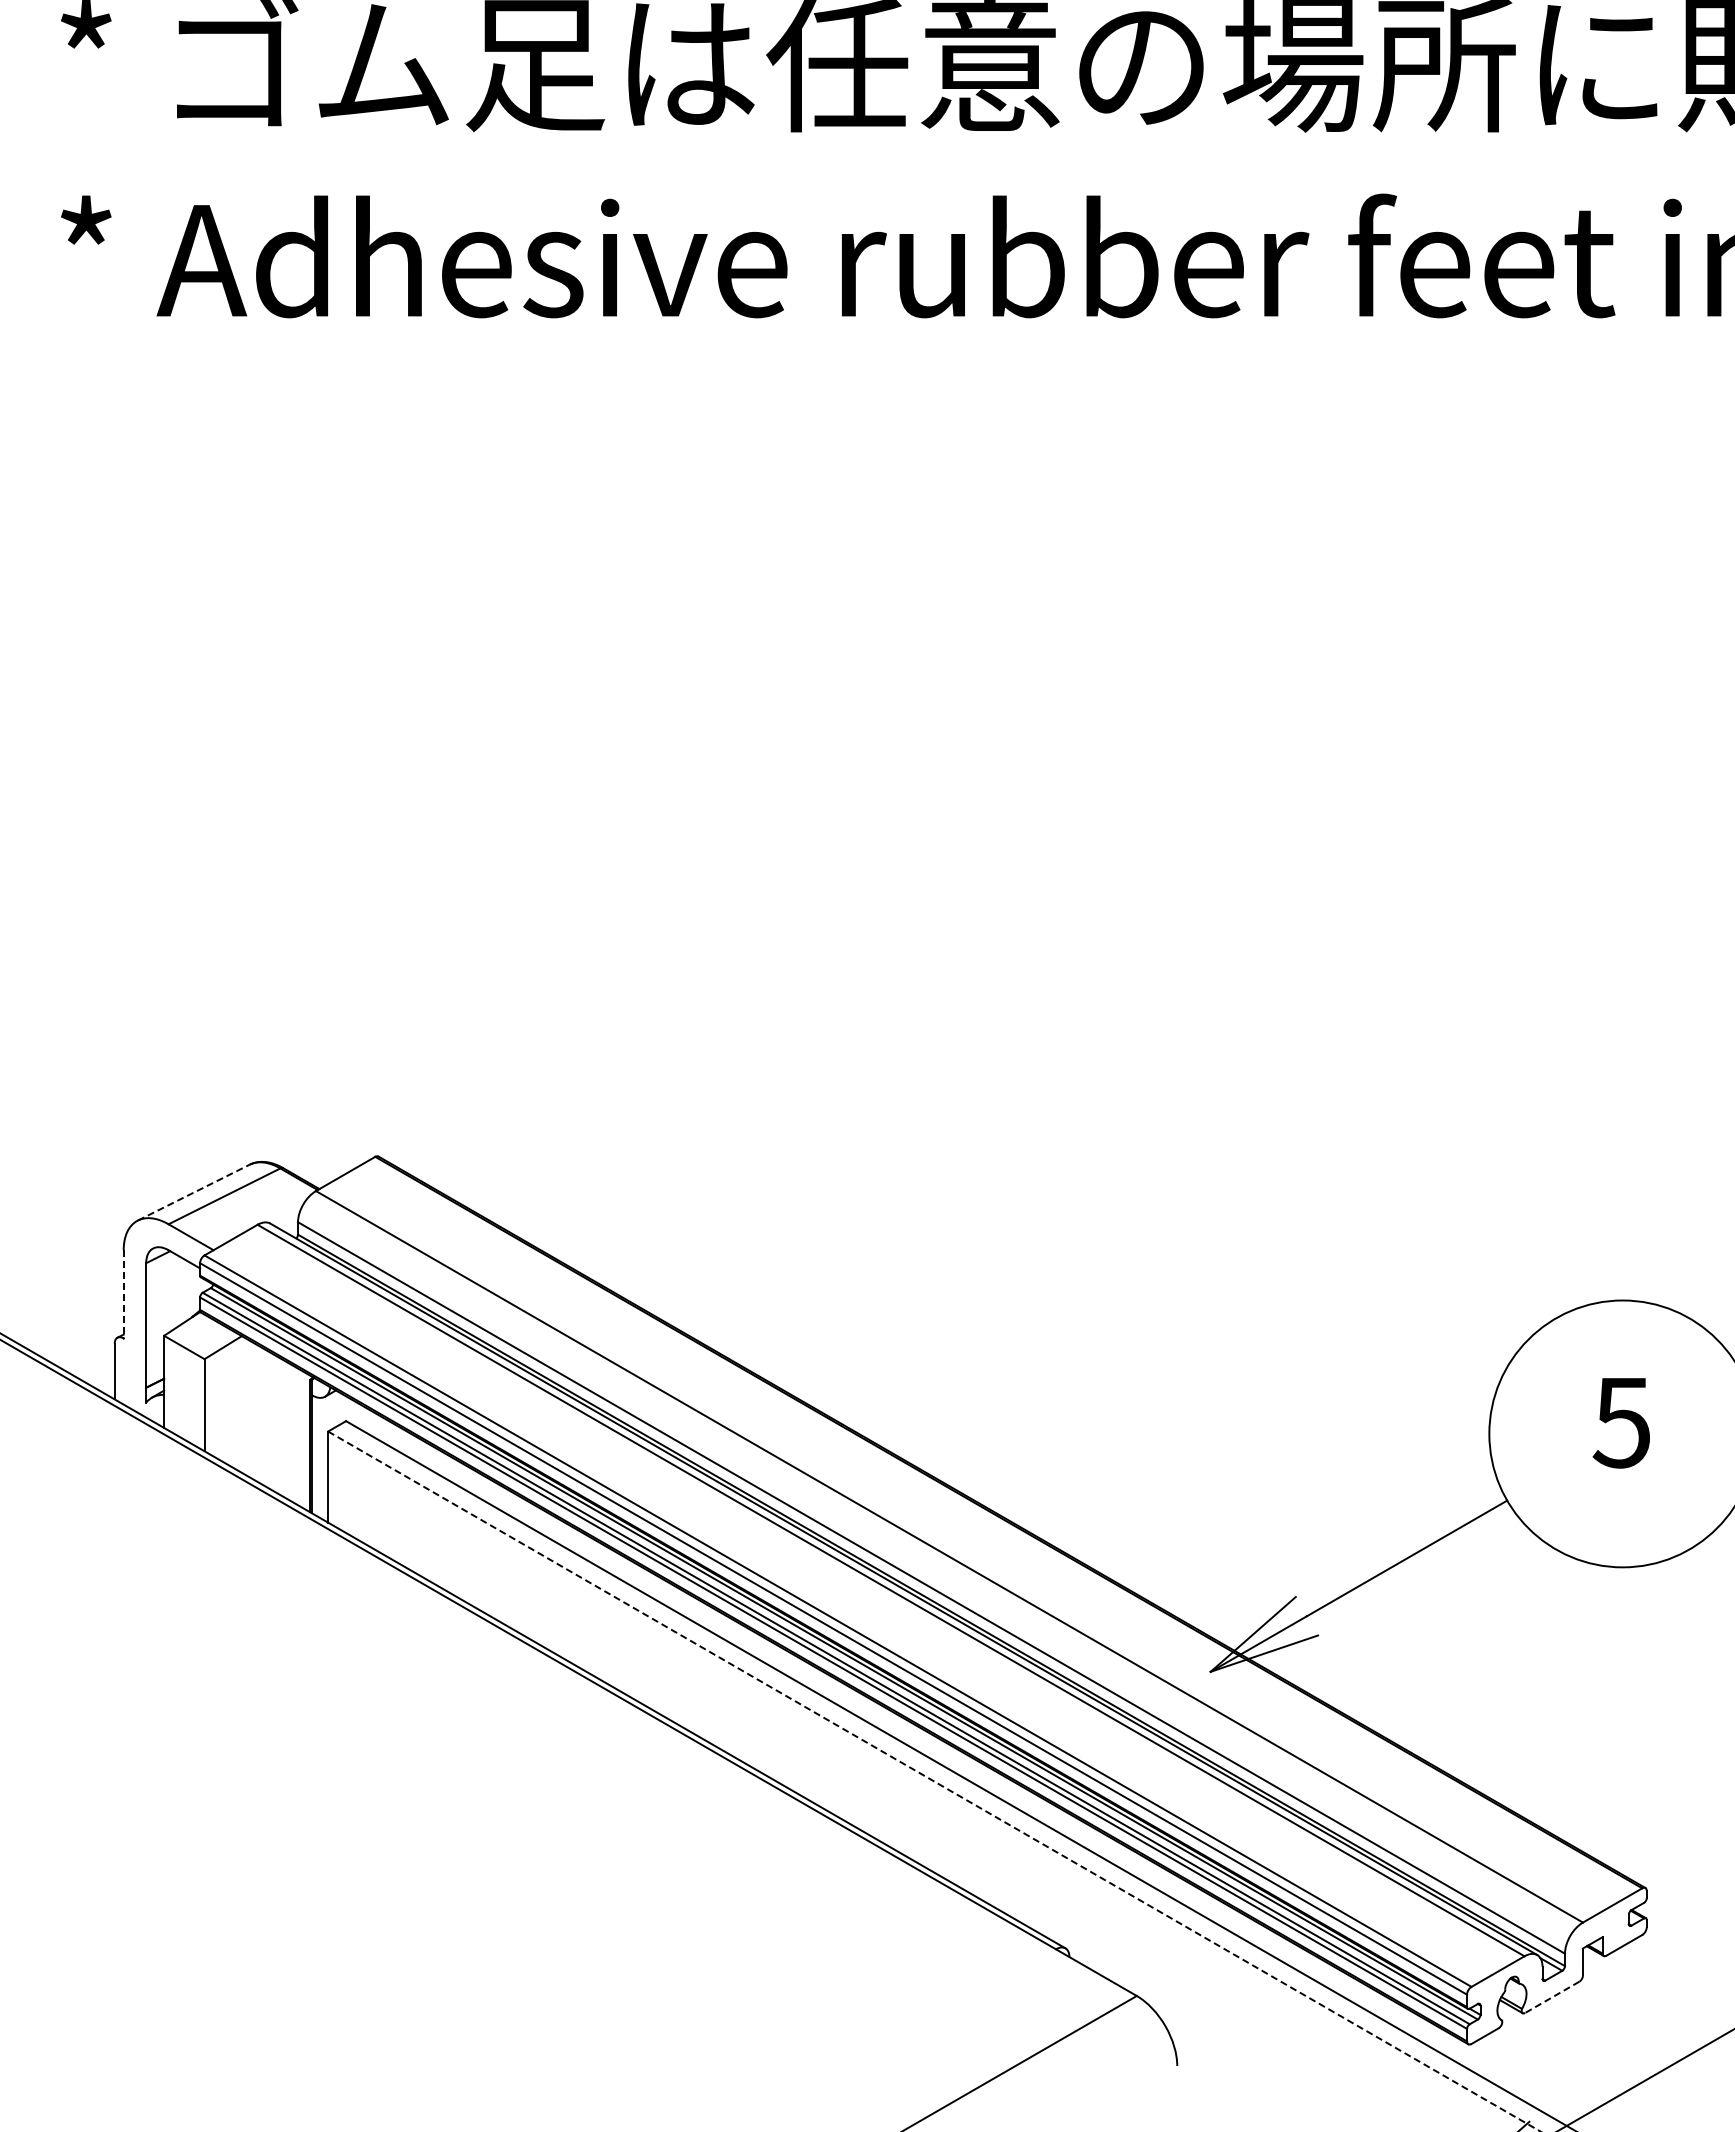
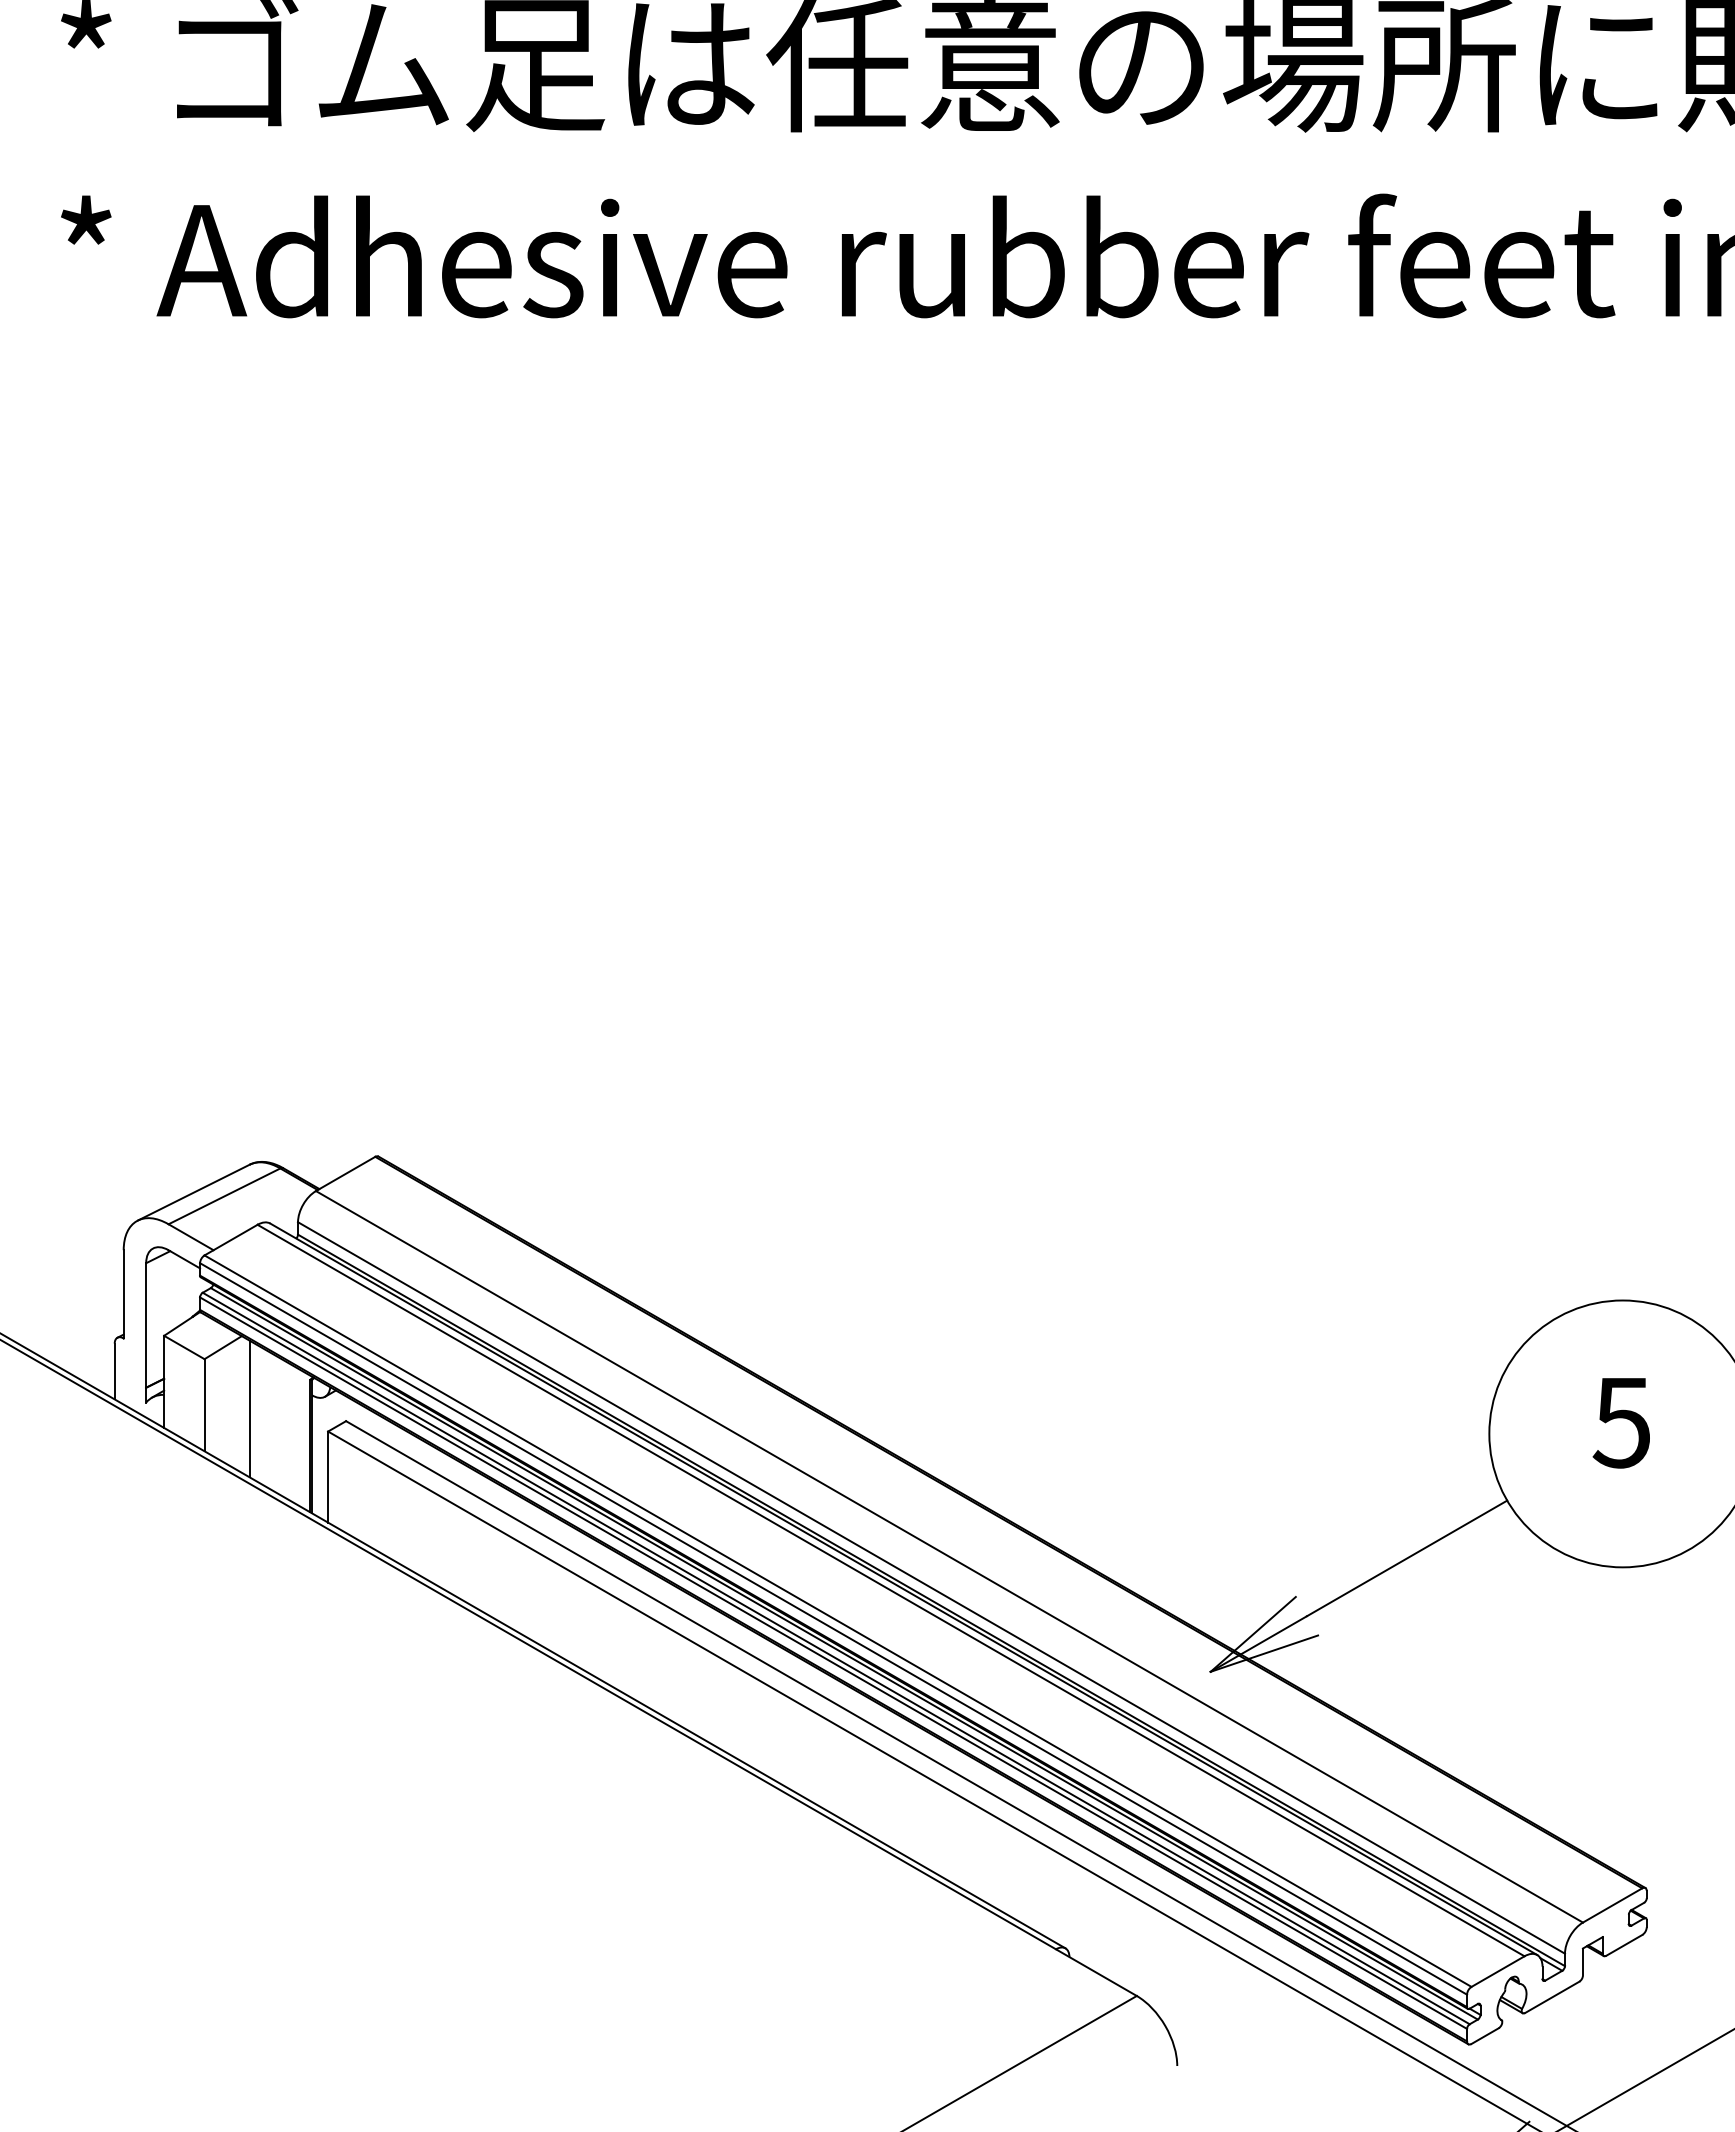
line at (194, 1192): dashed -> solid
line at (123, 1294): dashed -> solid
line at (249, 1408): none -> present
line at (934, 1781): dashed -> solid
line at (1551, 1997): dashed -> solid
